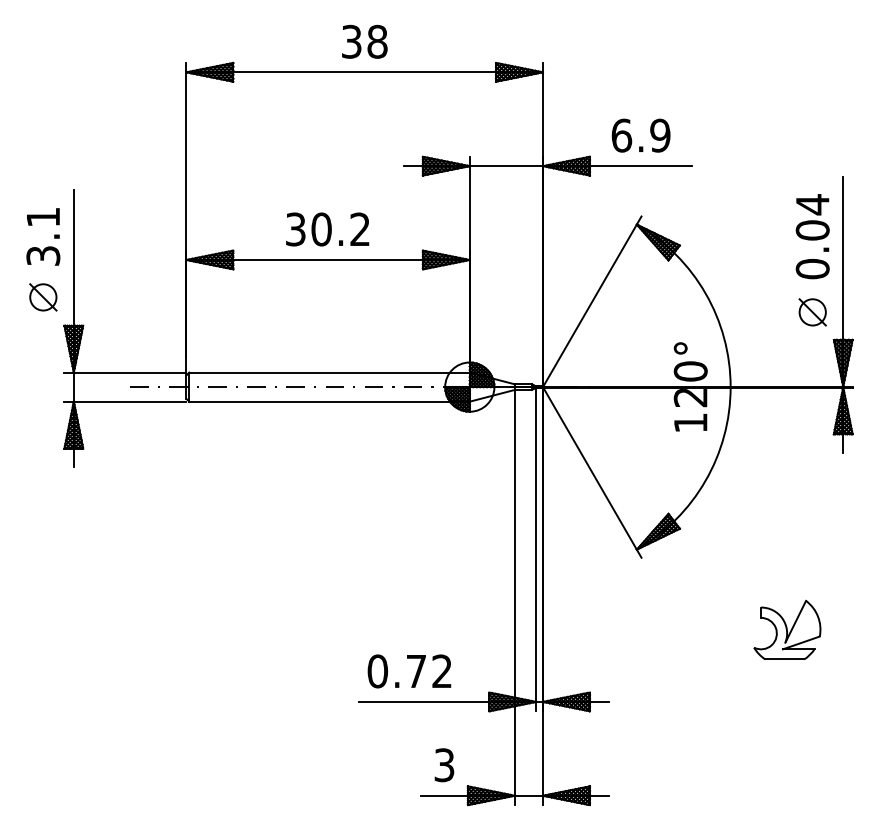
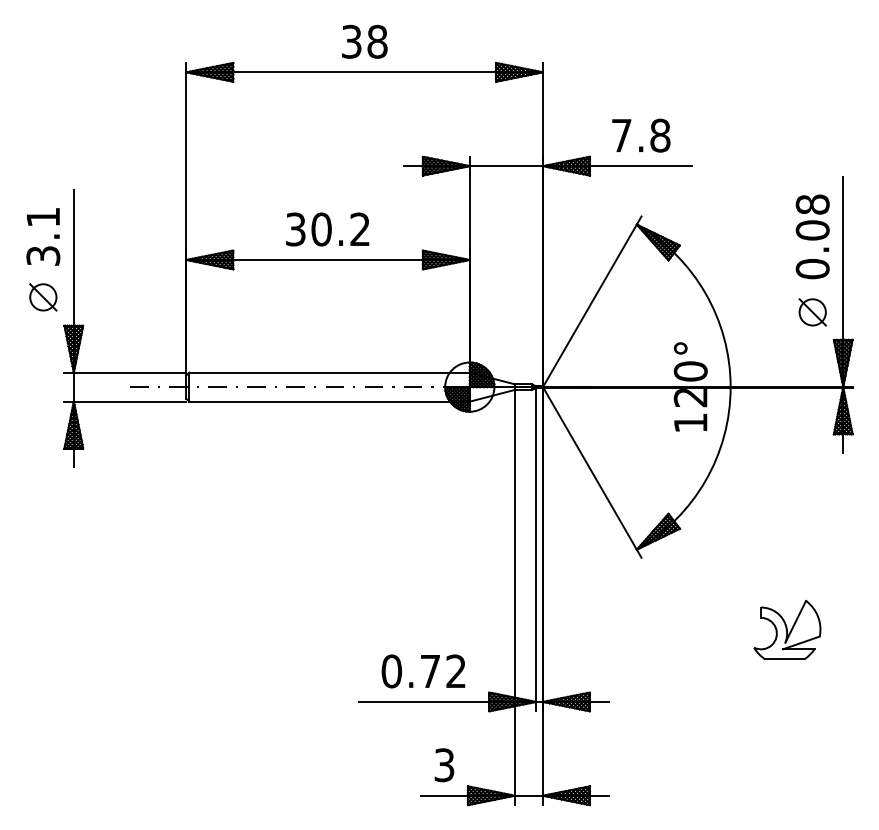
text at (640, 135): 6.9 -> 7.8
text at (812, 204): 0.04 -> 0.08
text at (409, 671) position: (409, 671) -> (423, 671)
